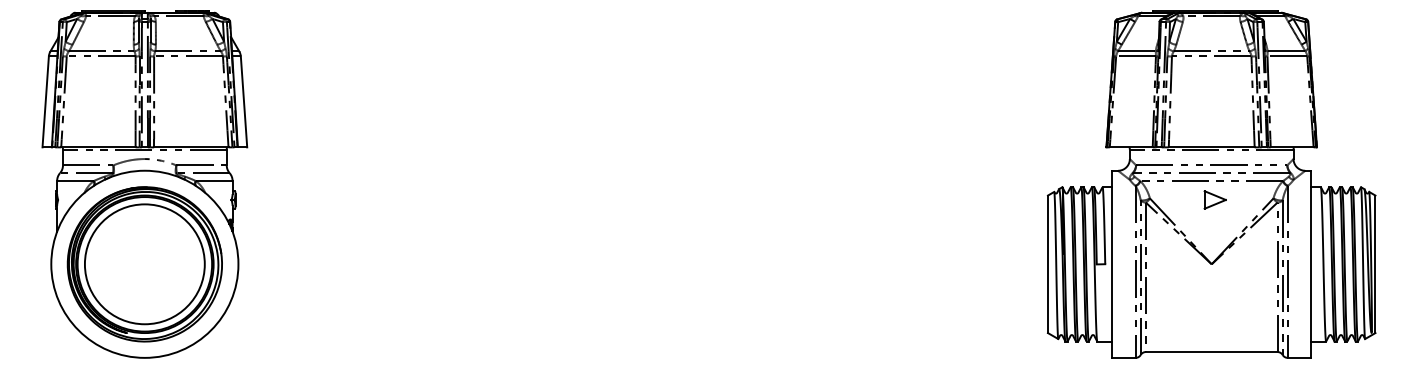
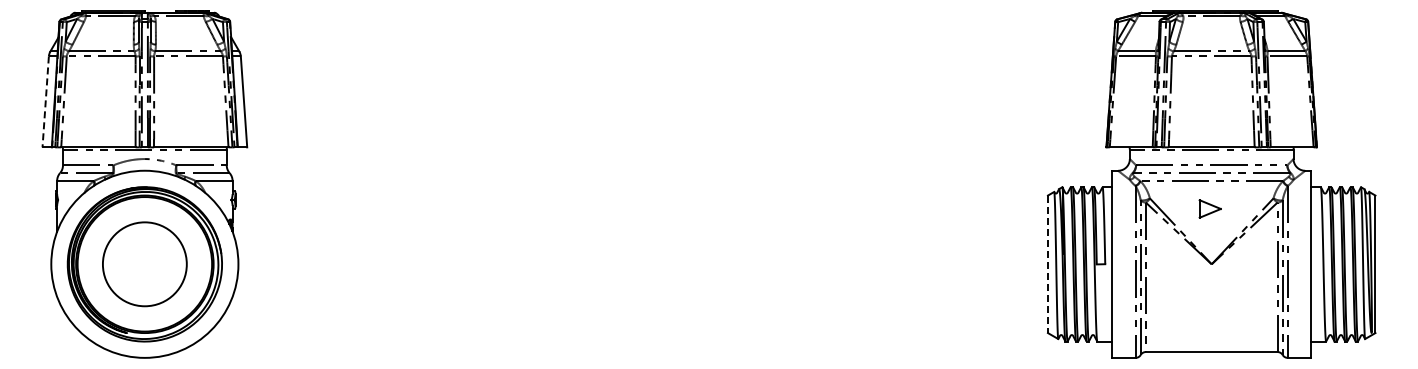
line at (45, 101): solid -> dashed
part at (1214, 199) position: (1214, 199) -> (1209, 208)
circle at (144, 264) diameter: 120 px -> 84 px
line at (1047, 264): solid -> dashed
